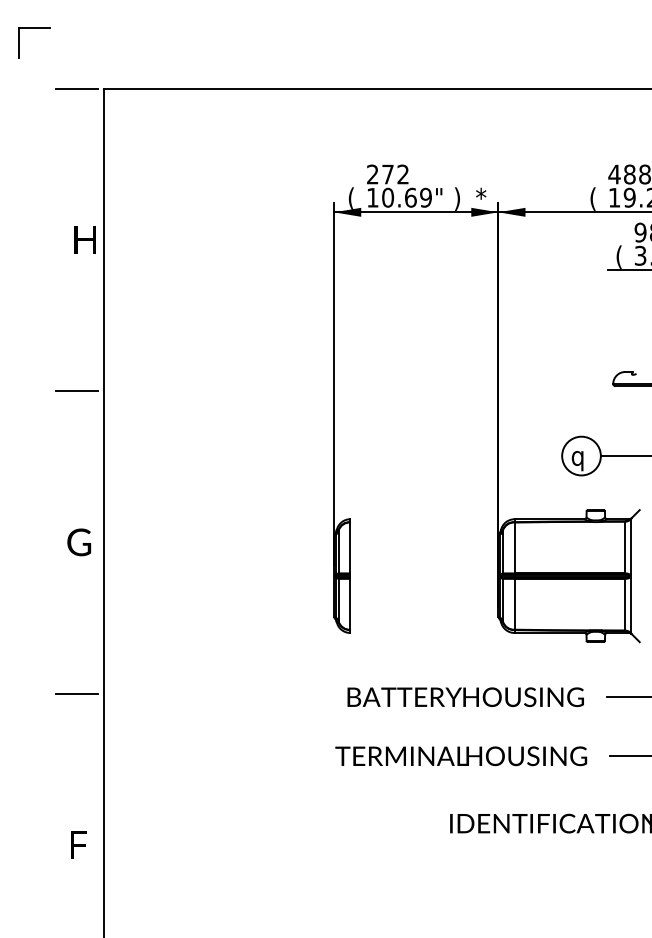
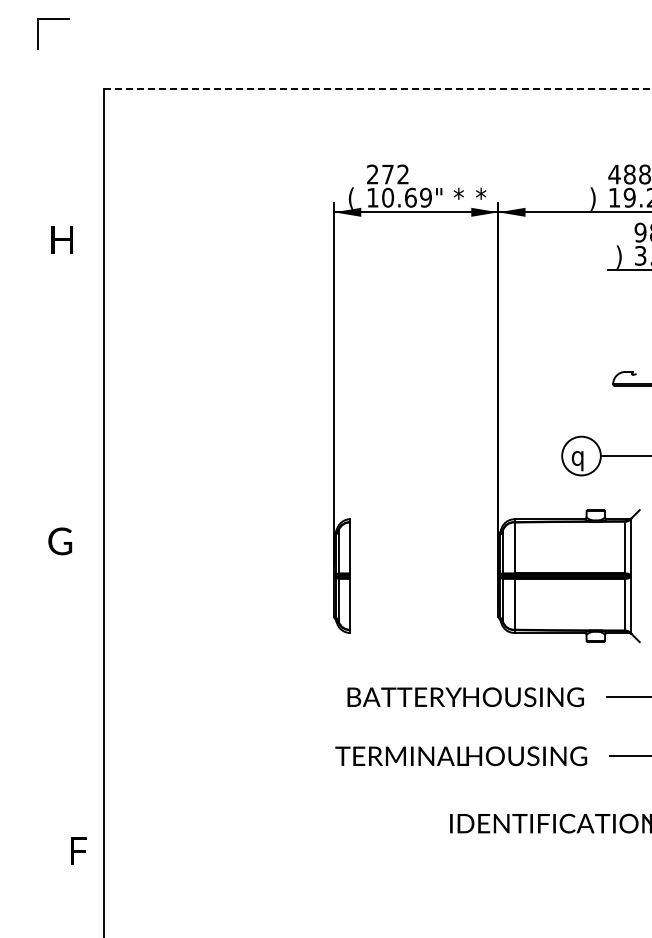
part at (34, 28) position: (34, 28) -> (53, 19)
line at (76, 88): present -> none
line at (378, 88): solid -> dashed
text at (458, 198): ) -> *
text at (592, 198): ( -> )
text at (84, 239) position: (84, 239) -> (61, 239)
text at (618, 256): ( -> )
line at (76, 391): present -> none
text at (79, 542) position: (79, 542) -> (60, 541)
line at (76, 693): present -> none
text at (78, 844) position: (78, 844) -> (78, 850)
